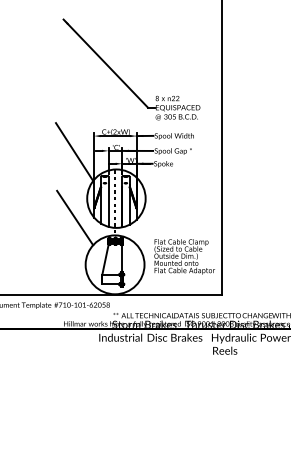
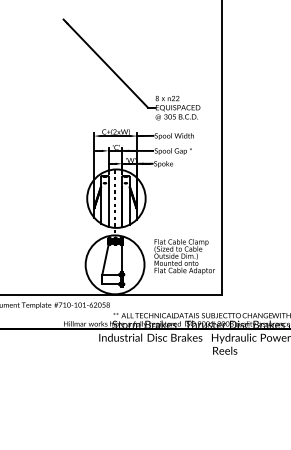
line at (74, 151): present -> none
line at (75, 217): present -> none
